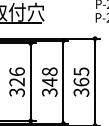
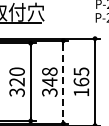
text at (16, 71): 326 -> 320
line at (63, 82): solid -> dashed
text at (81, 92): 365 -> 165
